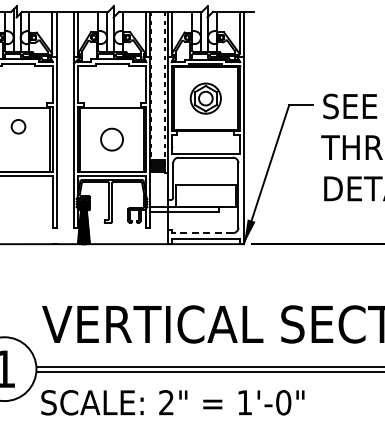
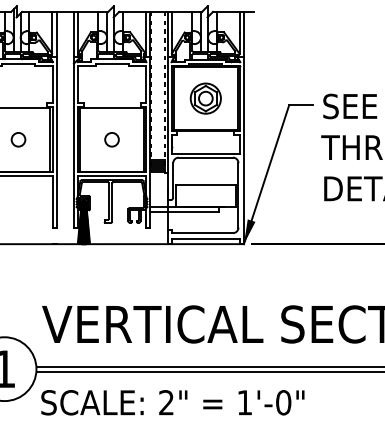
circle at (18, 126) position: (18, 126) -> (18, 139)
circle at (111, 139) size: 24x25 px -> 16x16 px
line at (202, 233): dashed -> solid
